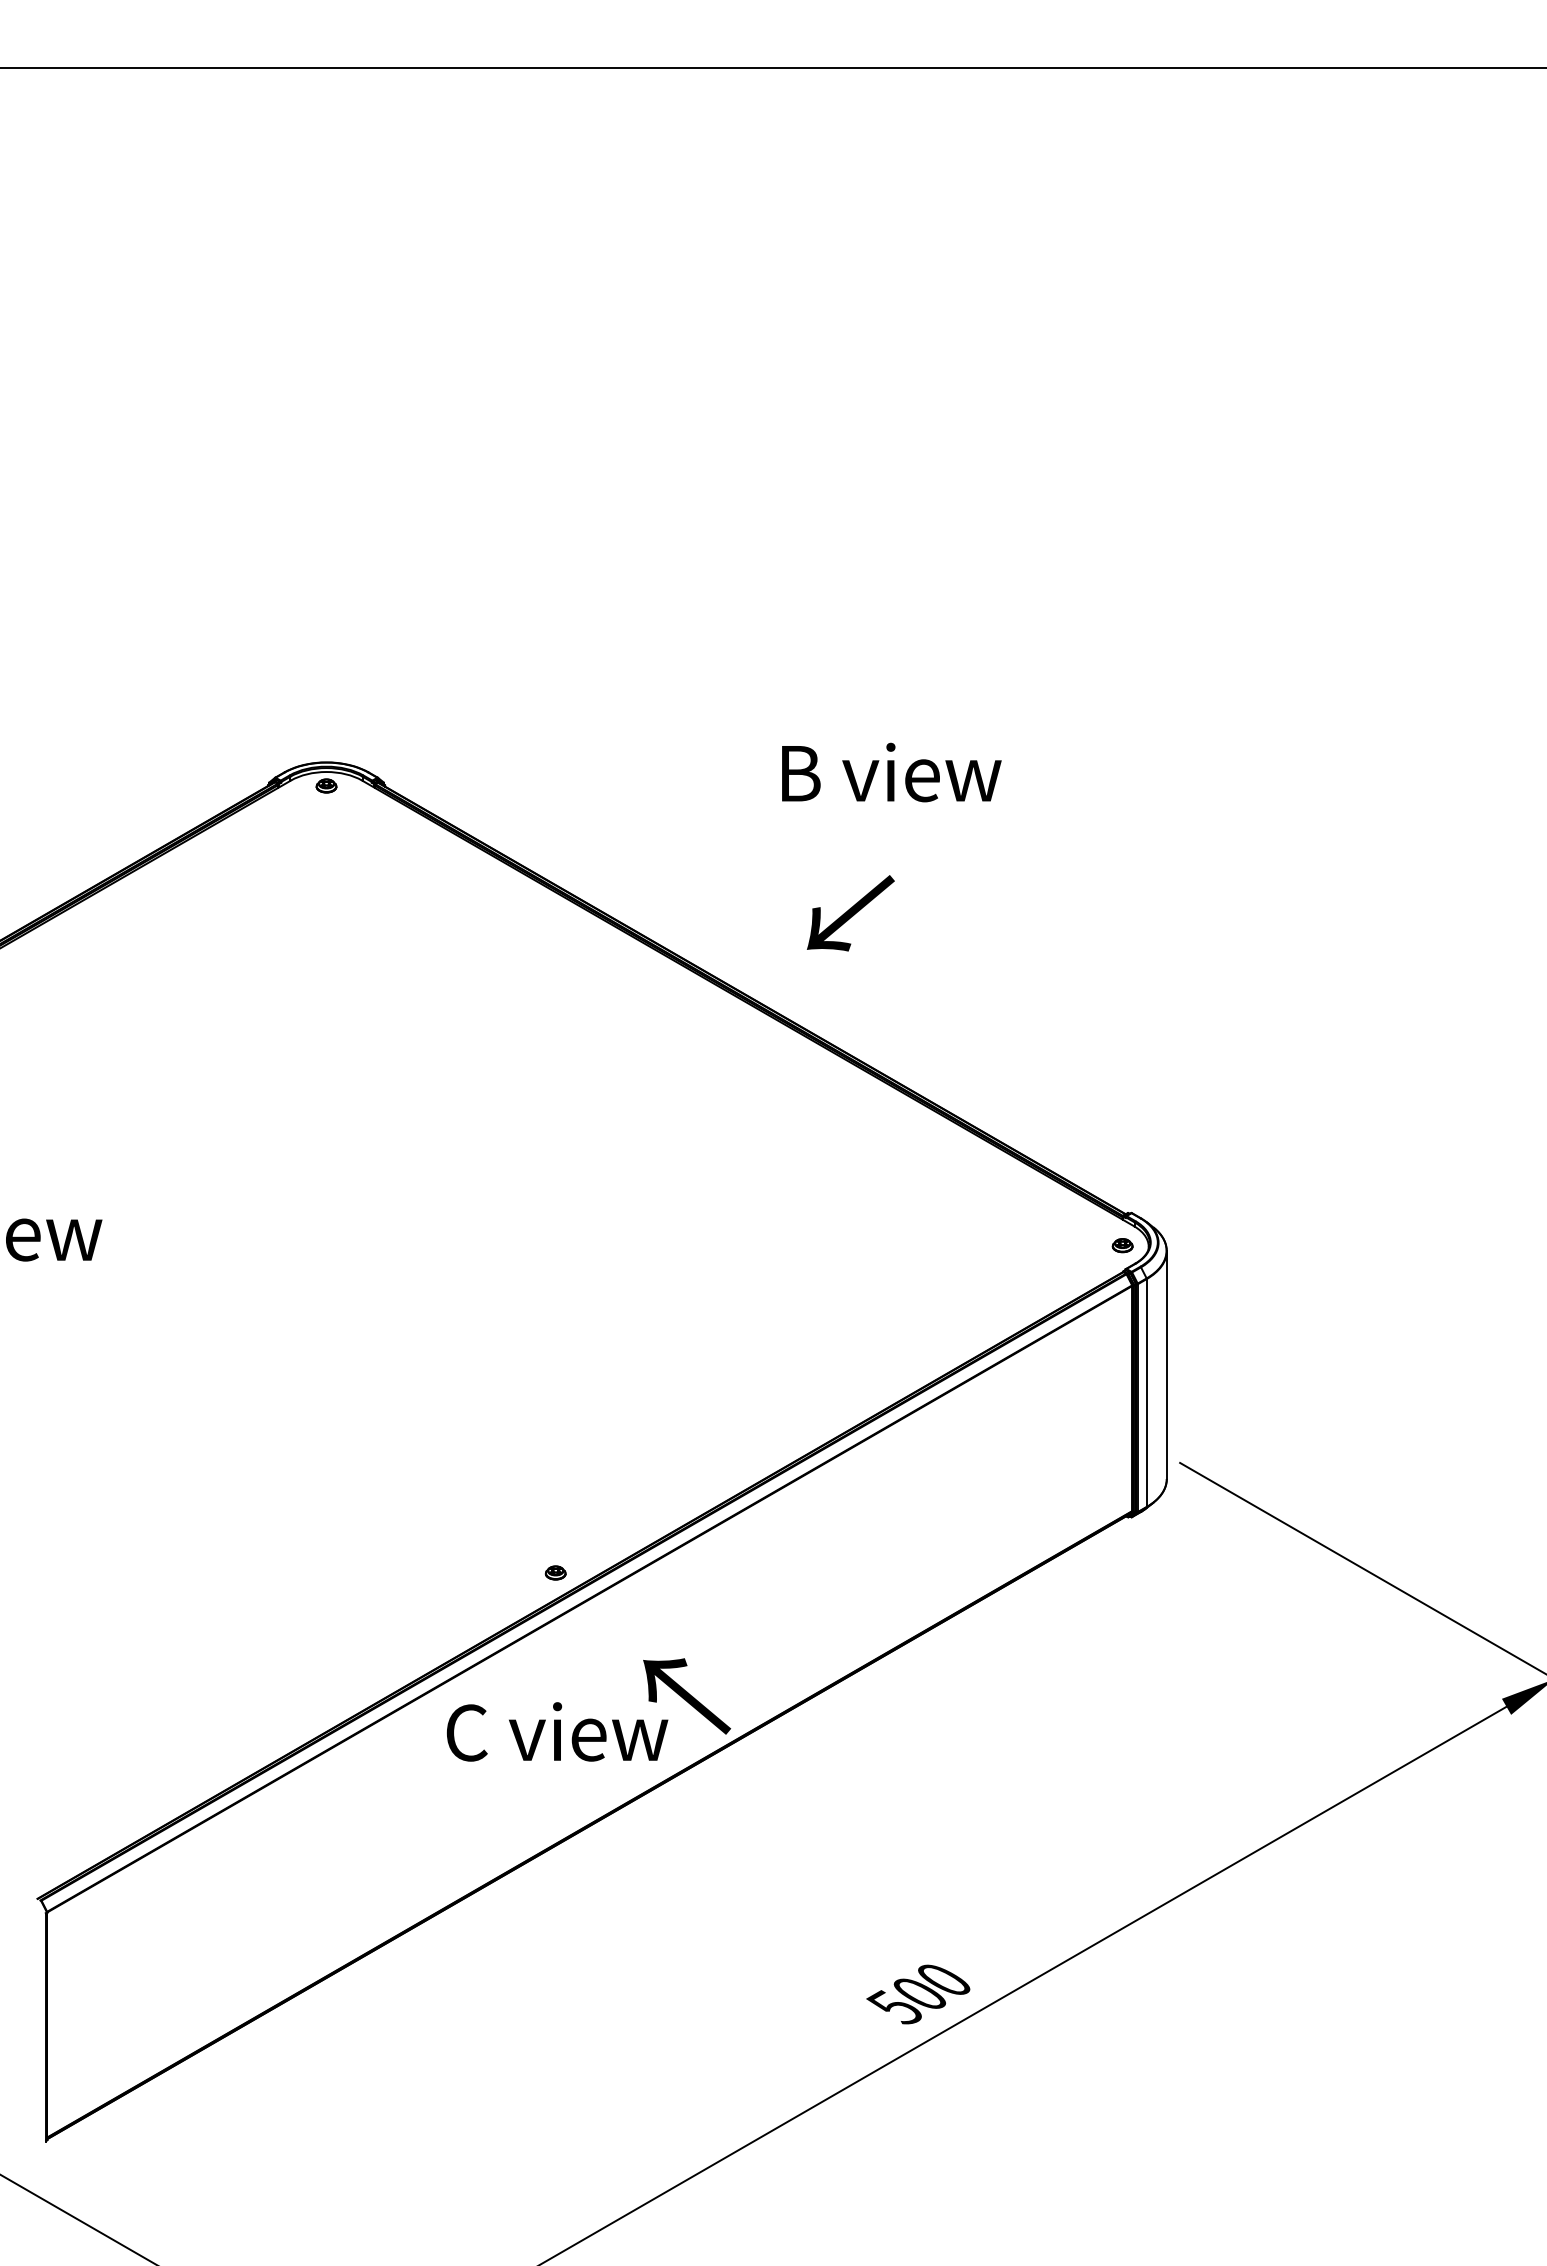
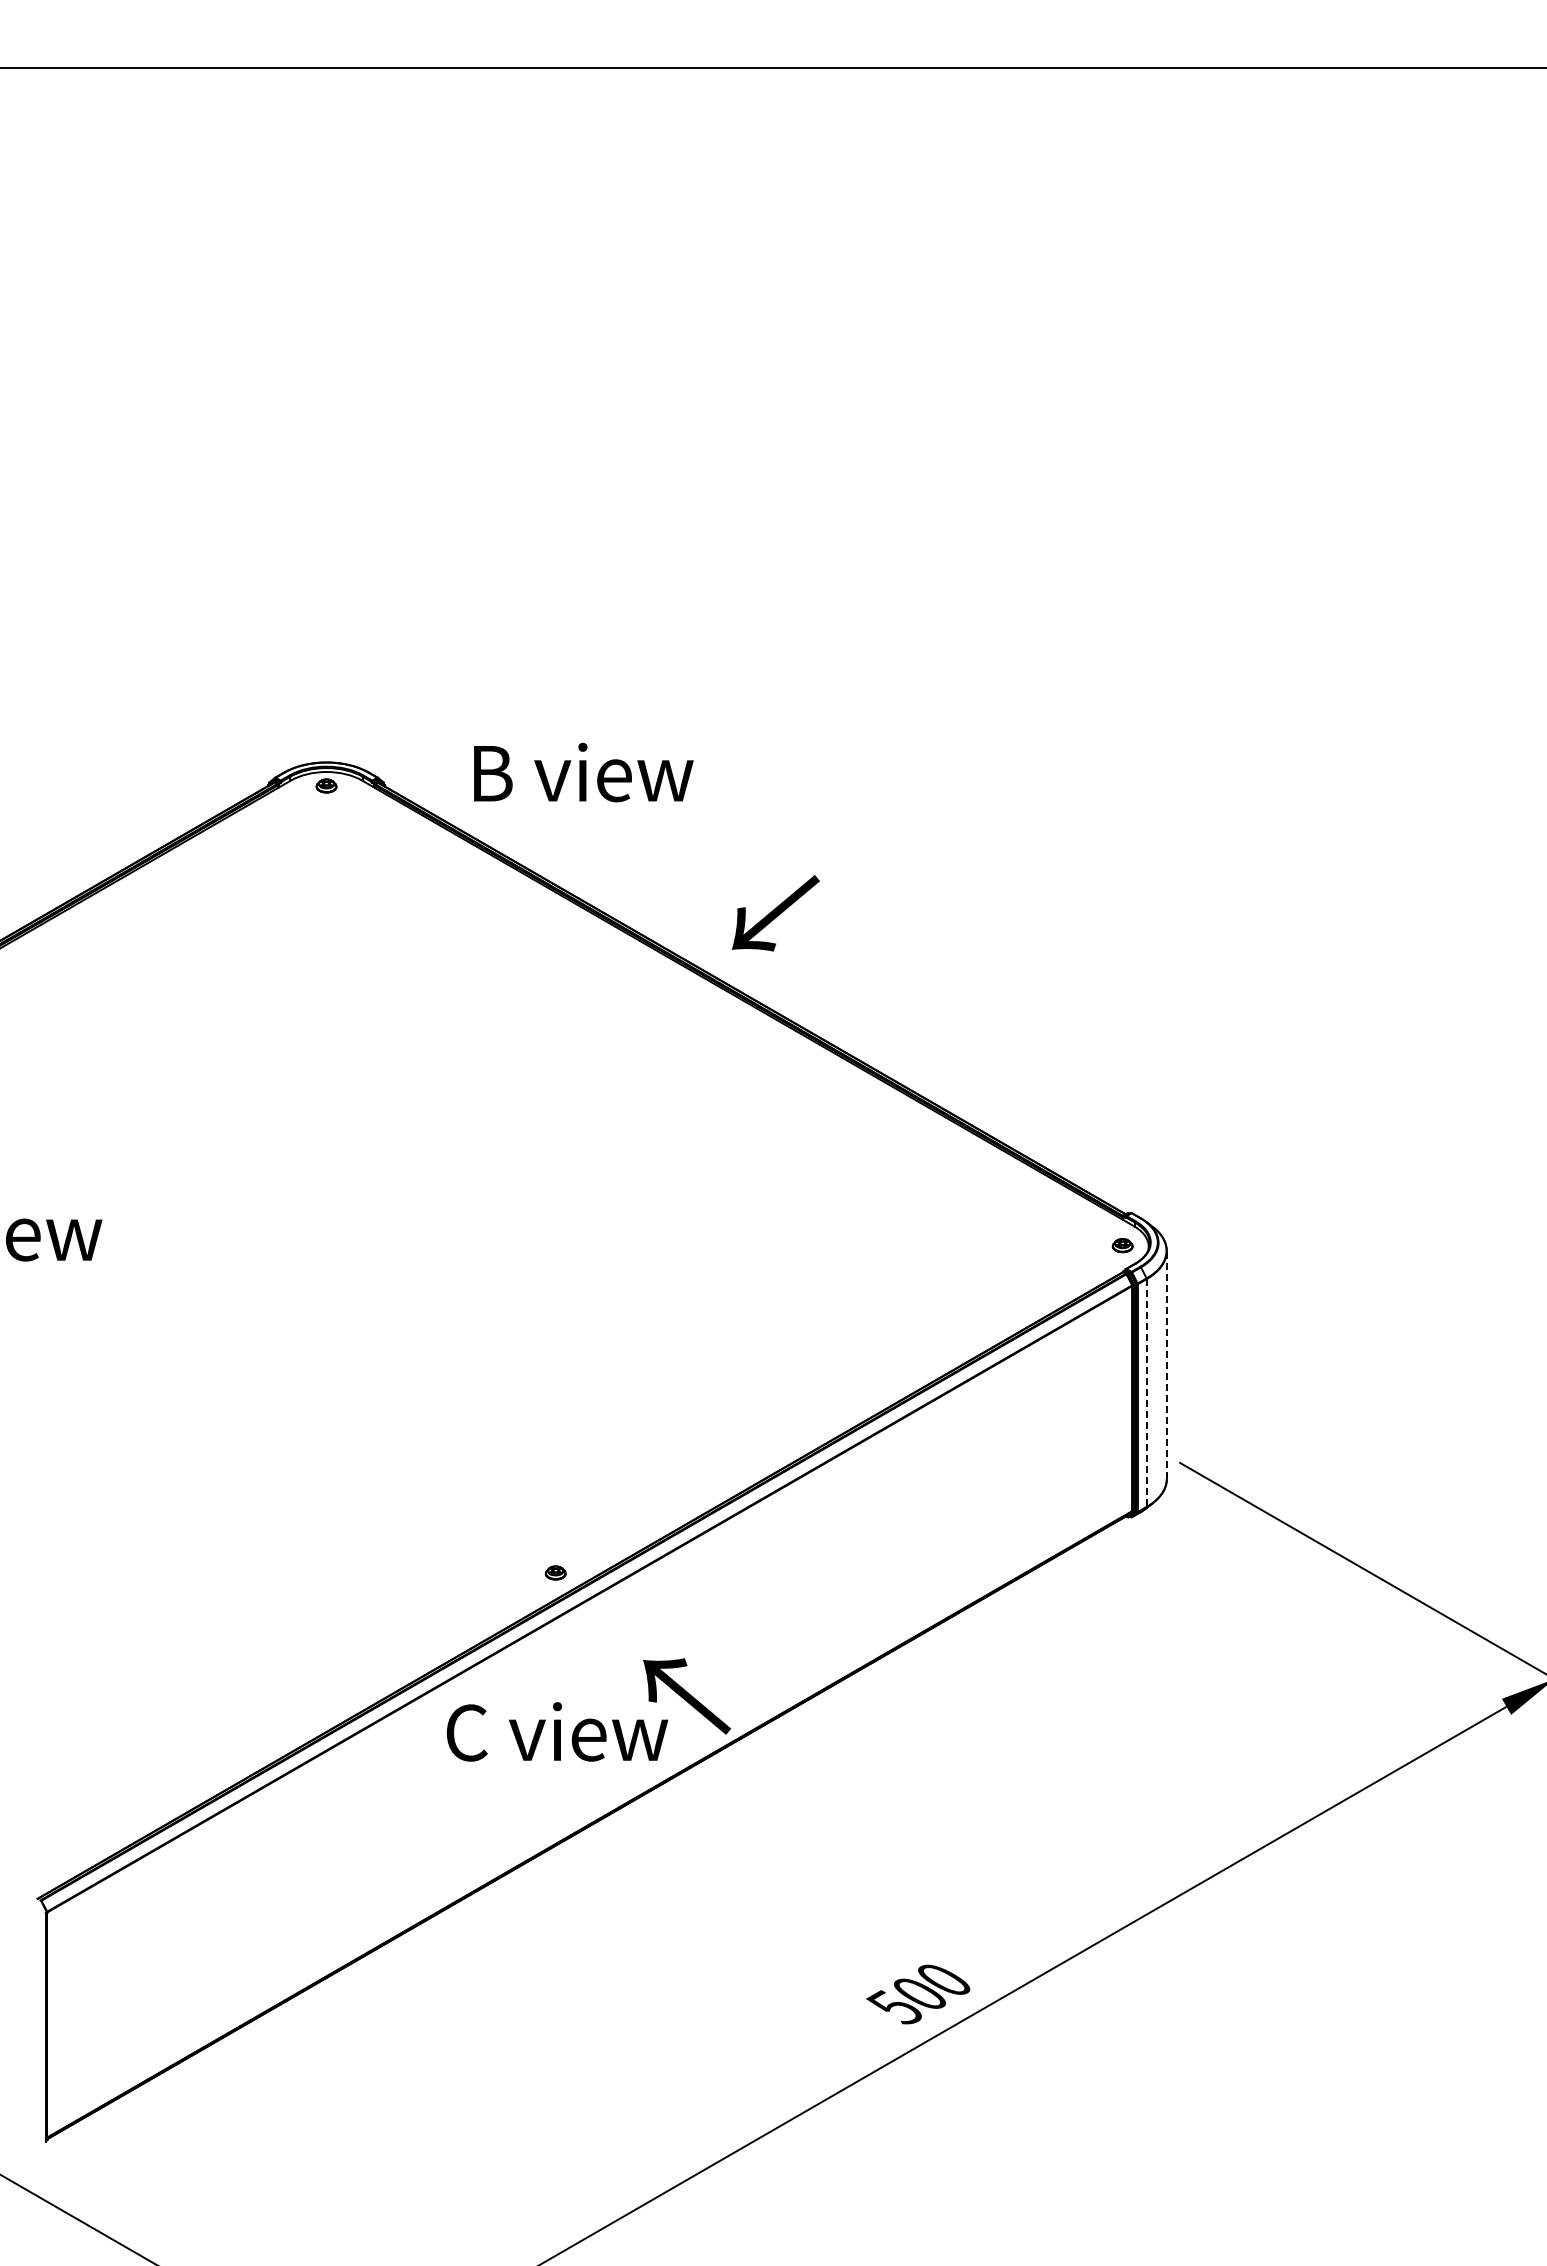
text at (891, 772) position: (891, 772) -> (583, 772)
text at (850, 913) position: (850, 913) -> (775, 913)
line at (1166, 1365): solid -> dashed
line at (1146, 1392): solid -> dashed
